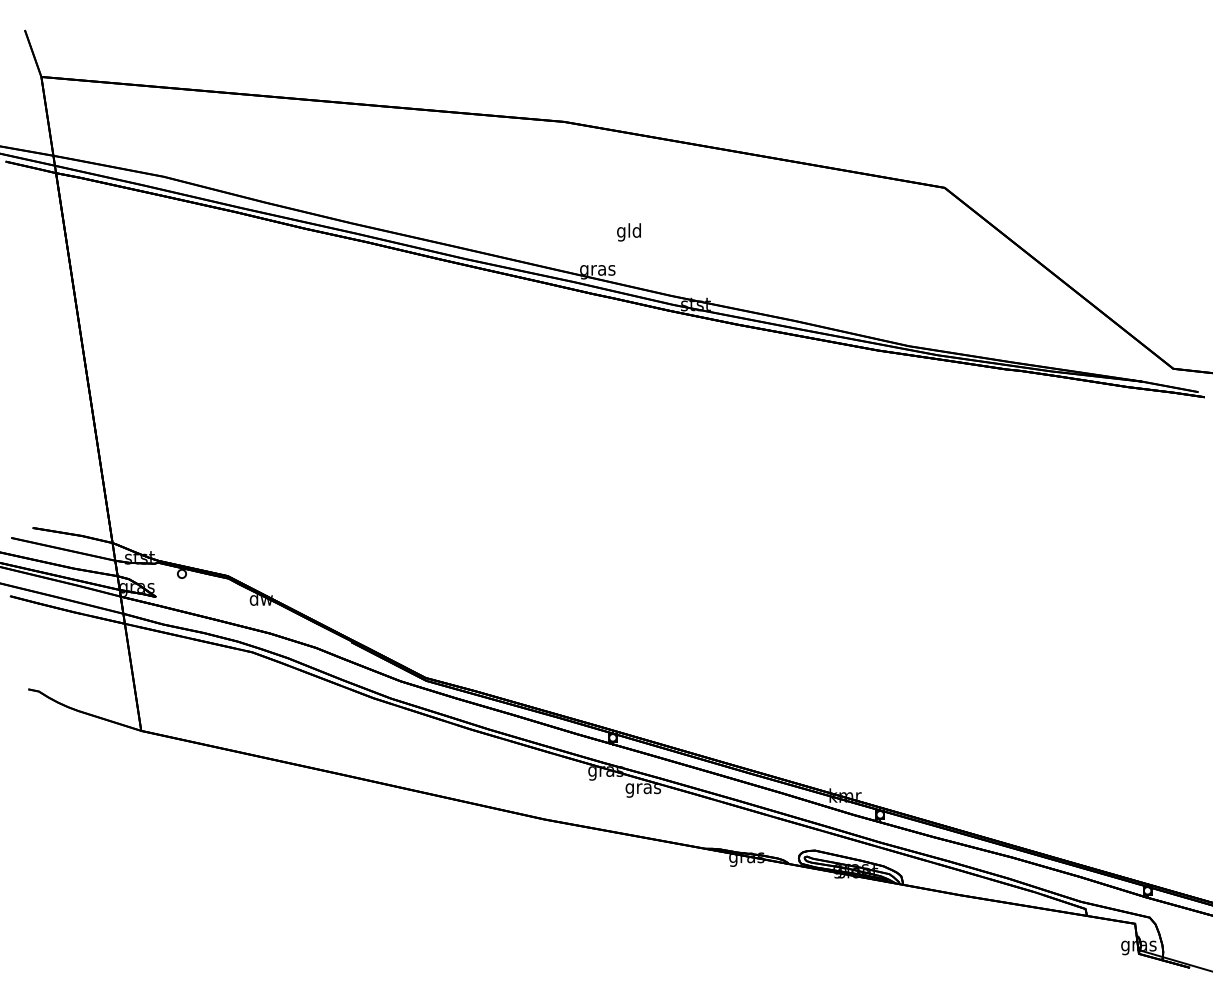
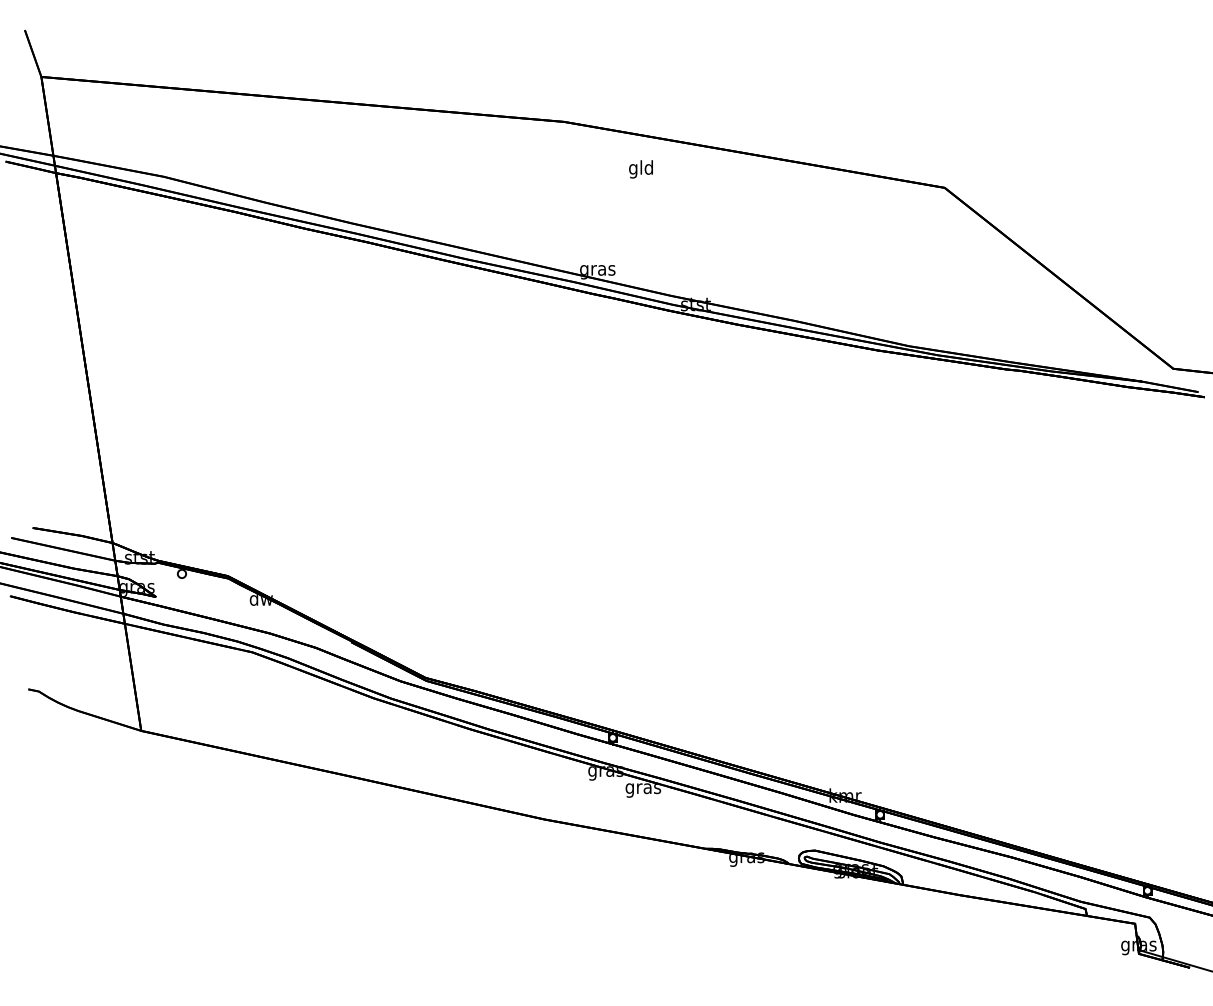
text at (628, 232) position: (628, 232) -> (640, 169)
